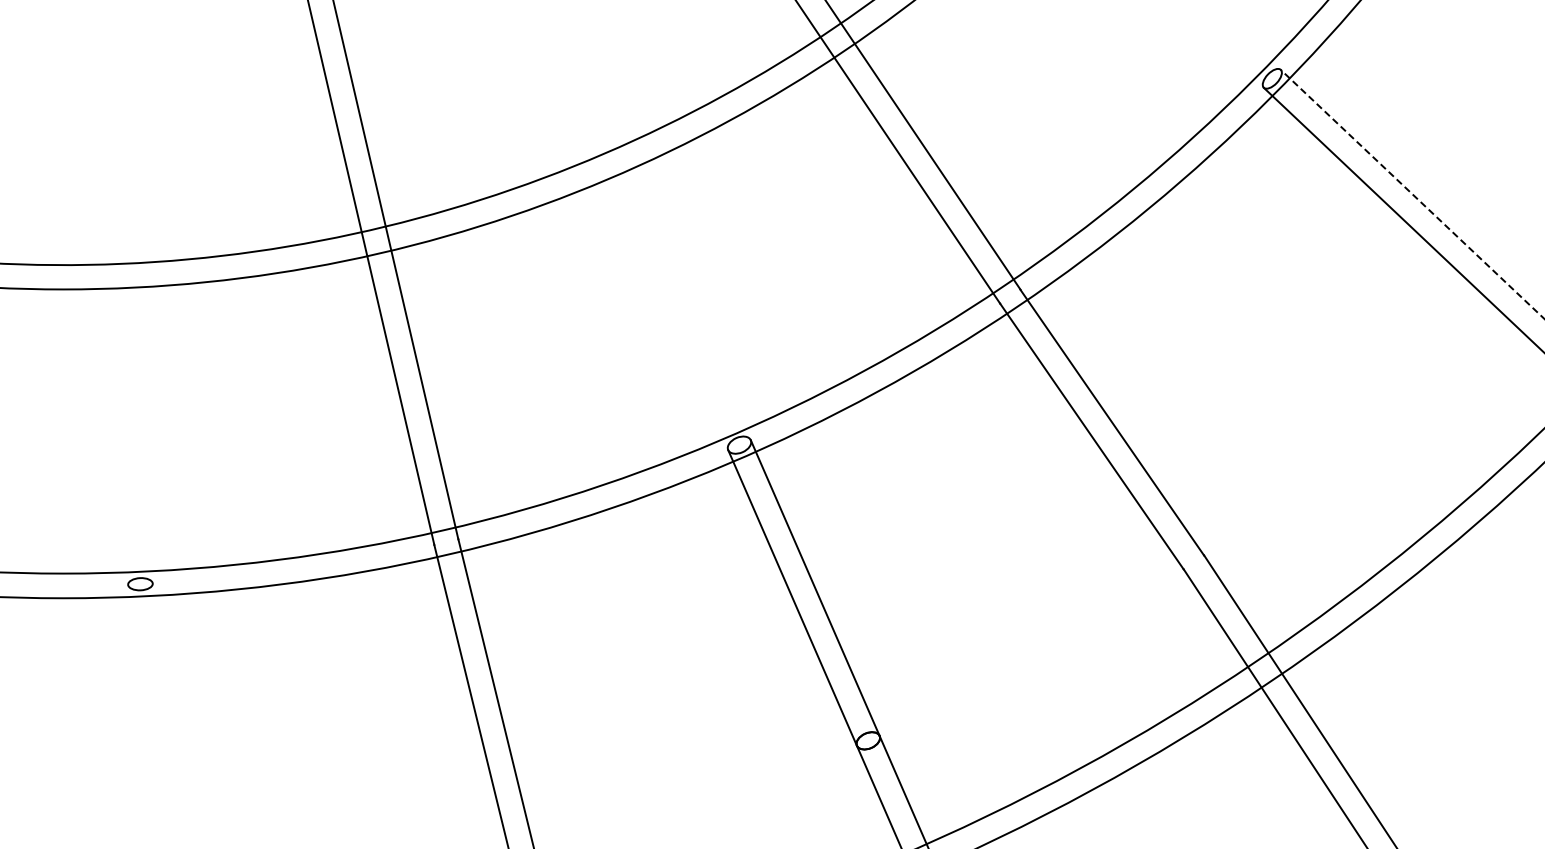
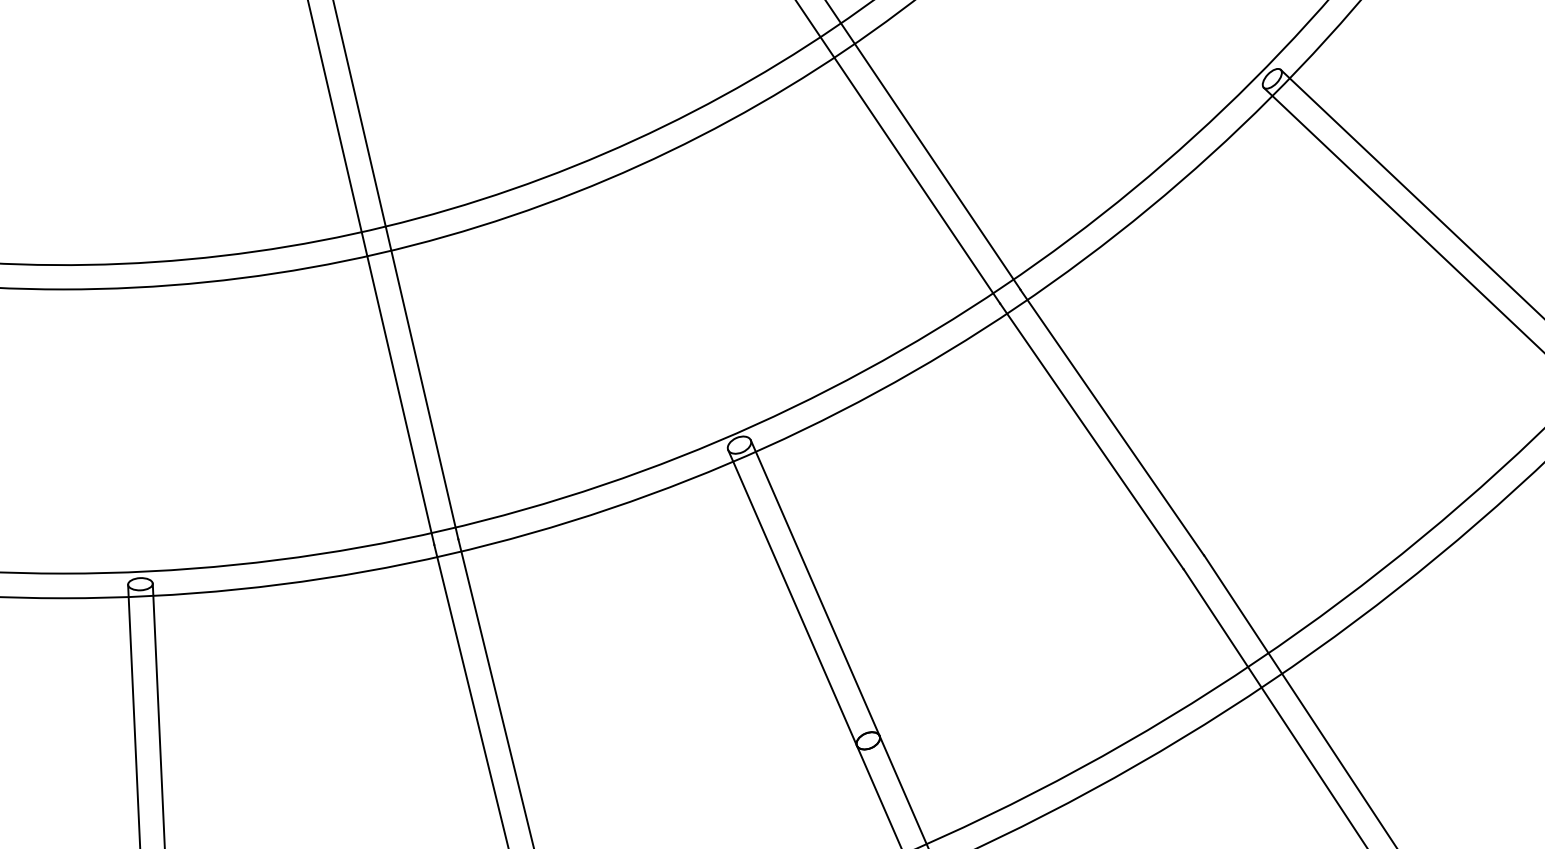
line at (1412, 194): dashed -> solid
line at (134, 714): none -> present
line at (158, 714): none -> present
